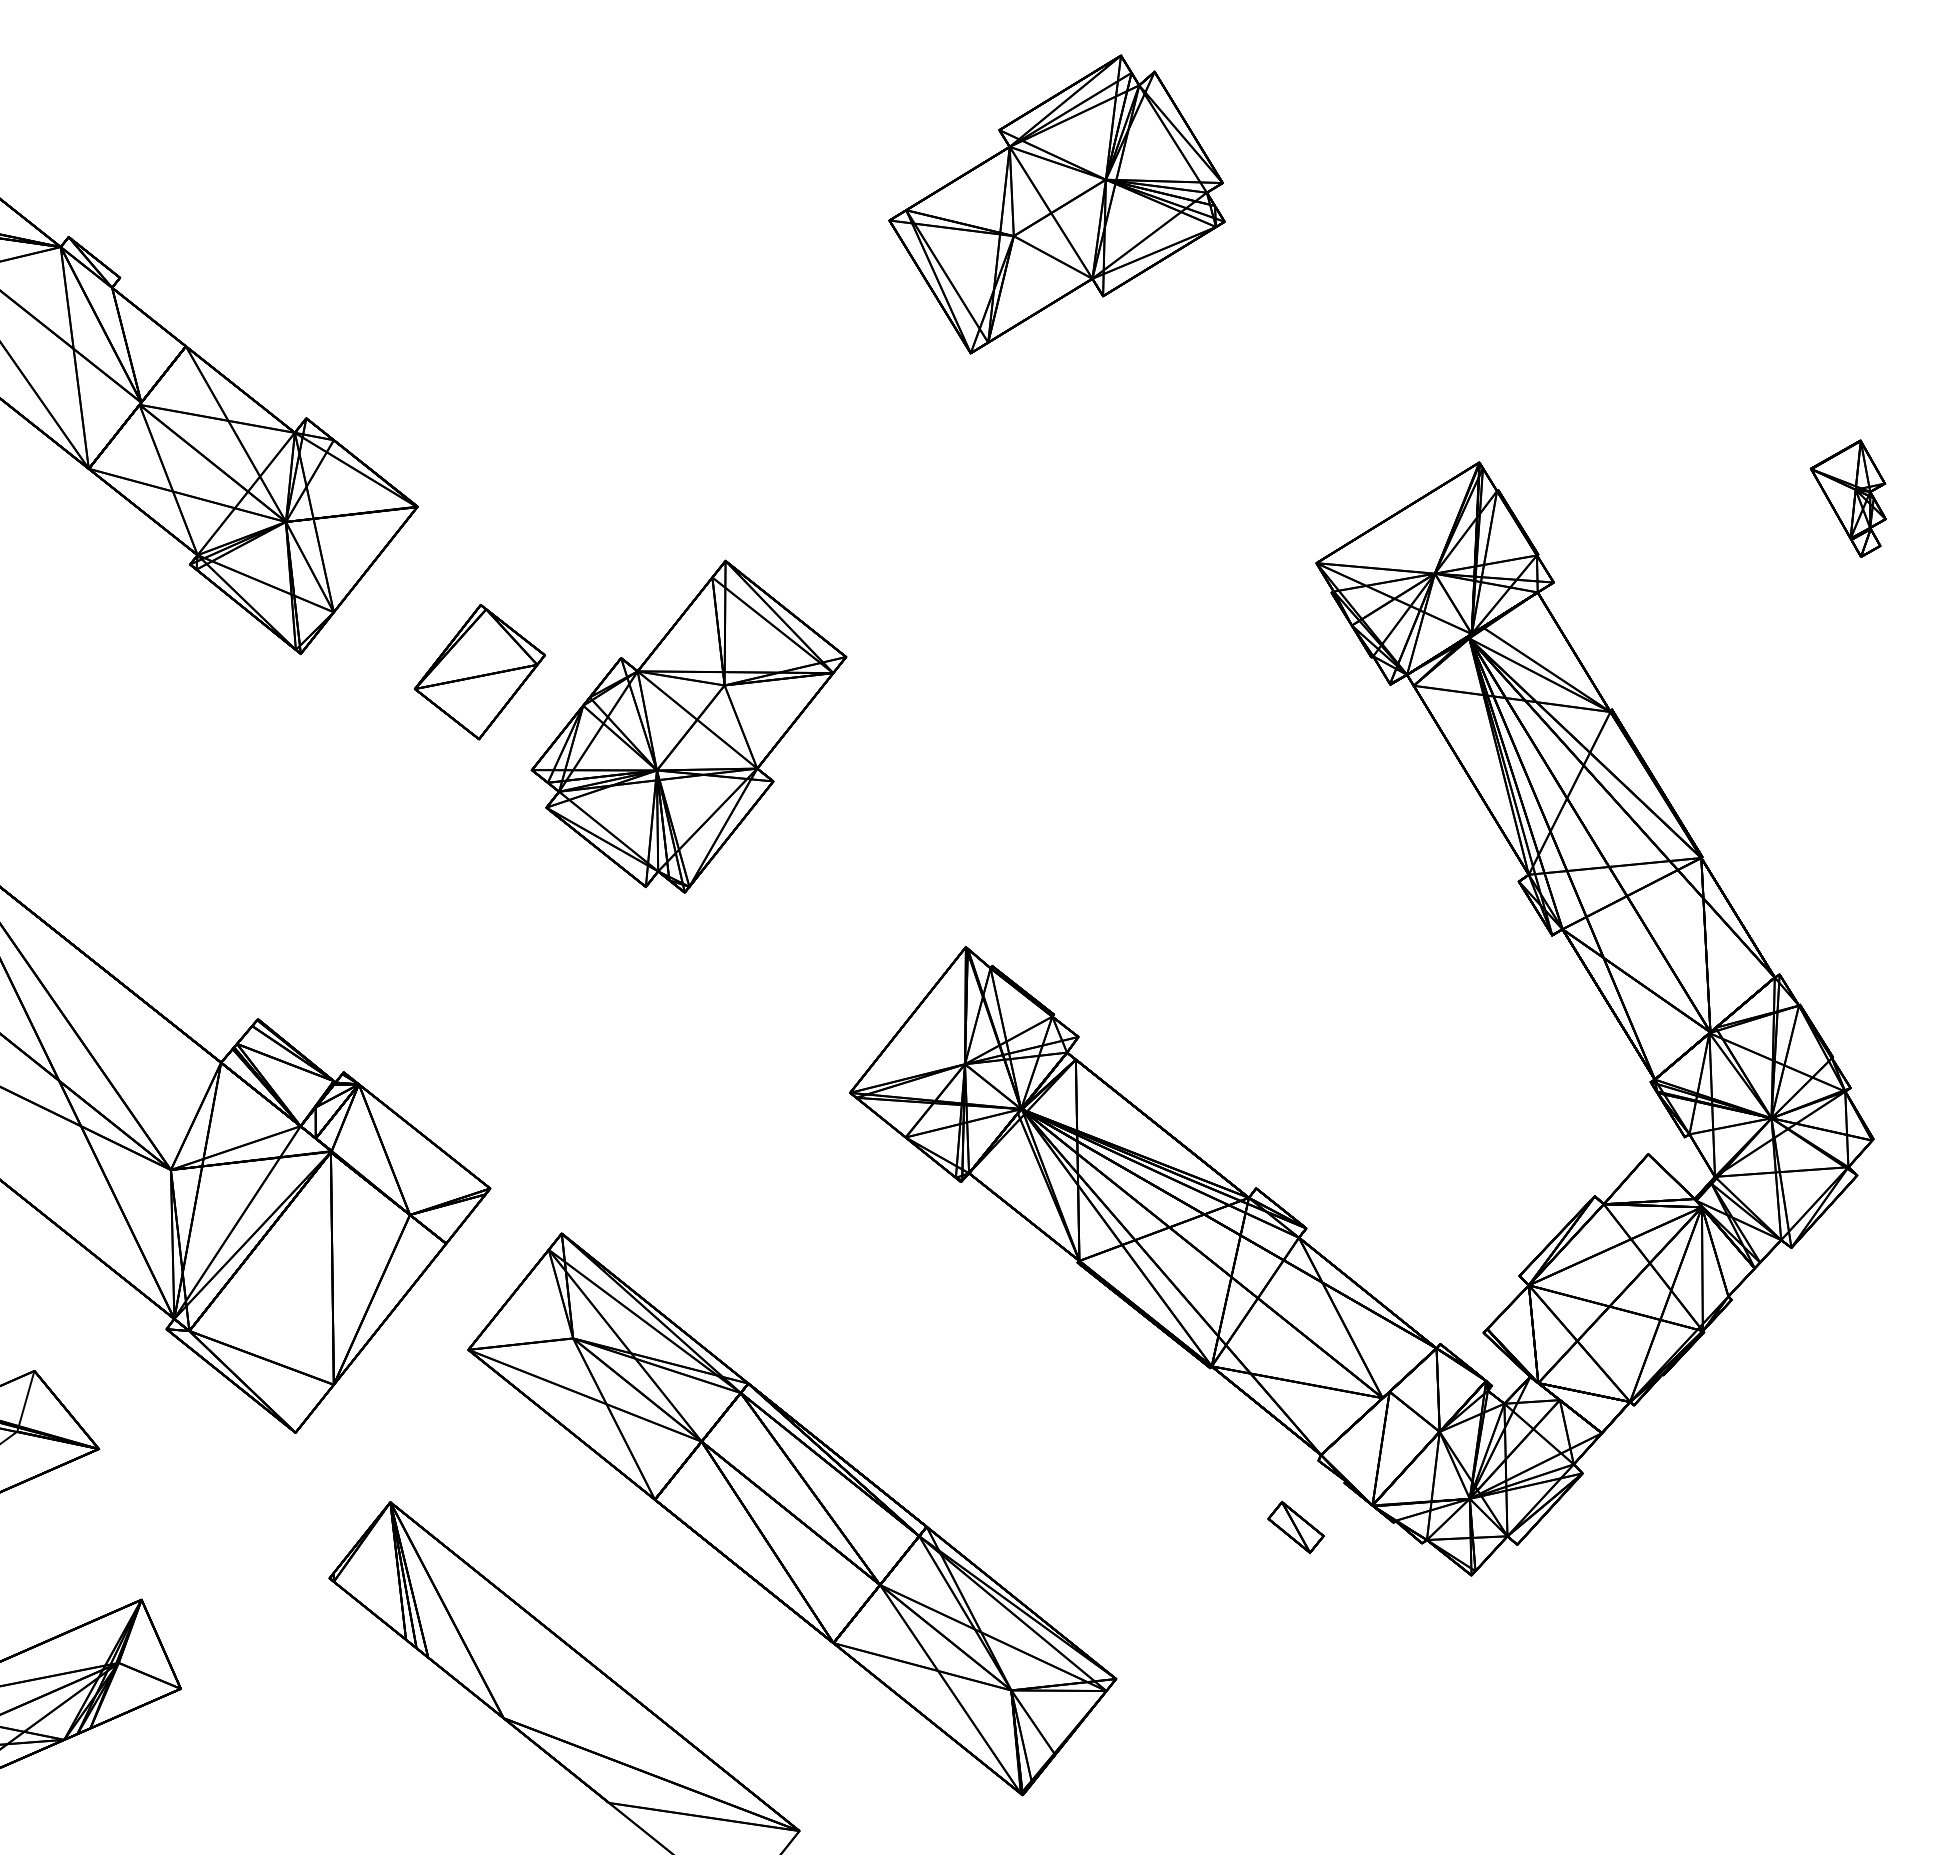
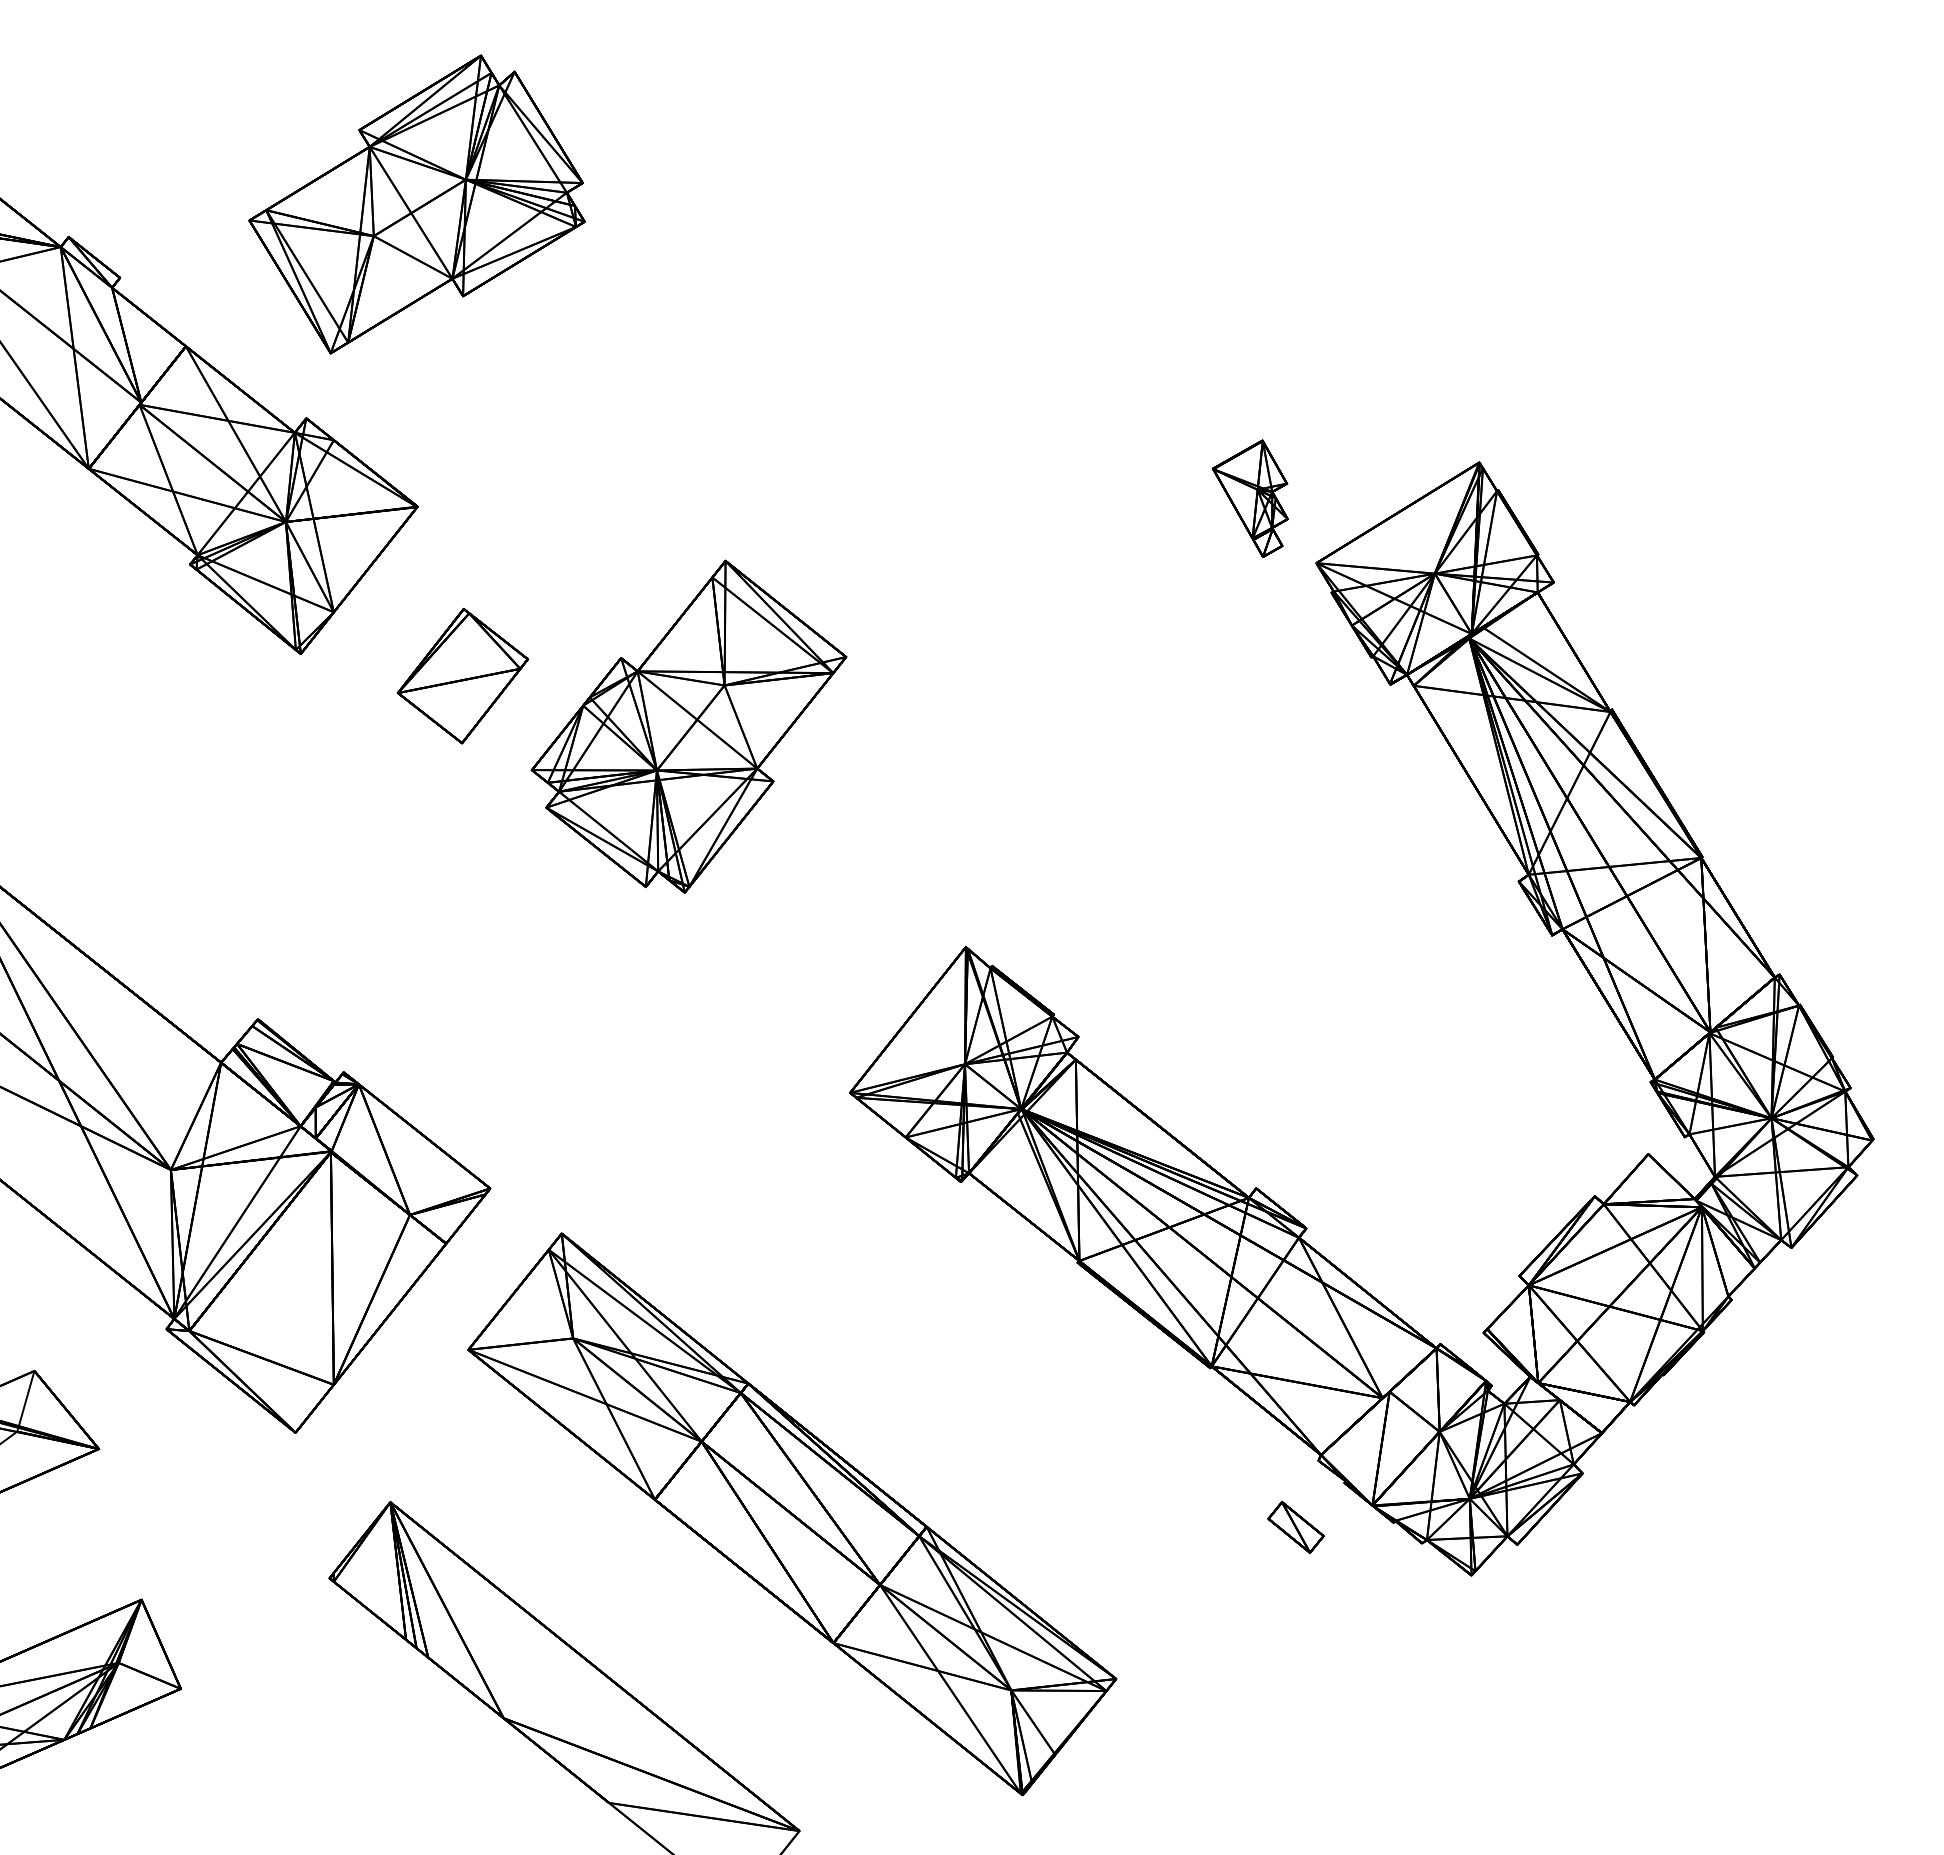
part at (1056, 204) position: (1056, 204) -> (416, 204)
part at (1847, 498) position: (1847, 498) -> (1249, 498)
part at (479, 672) position: (479, 672) -> (462, 676)
